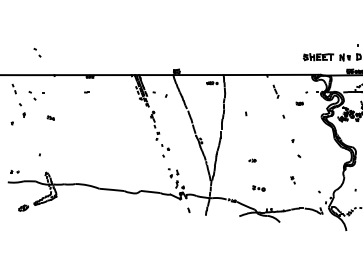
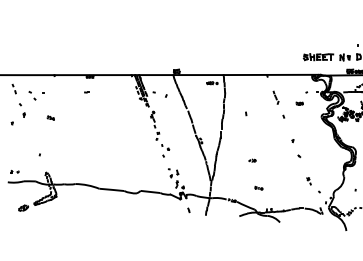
part at (37, 52): present -> none
part at (275, 91) position: (275, 91) -> (275, 97)
part at (292, 180) position: (292, 180) -> (308, 181)
part at (258, 188) size: 14x7 px -> 10x6 px
